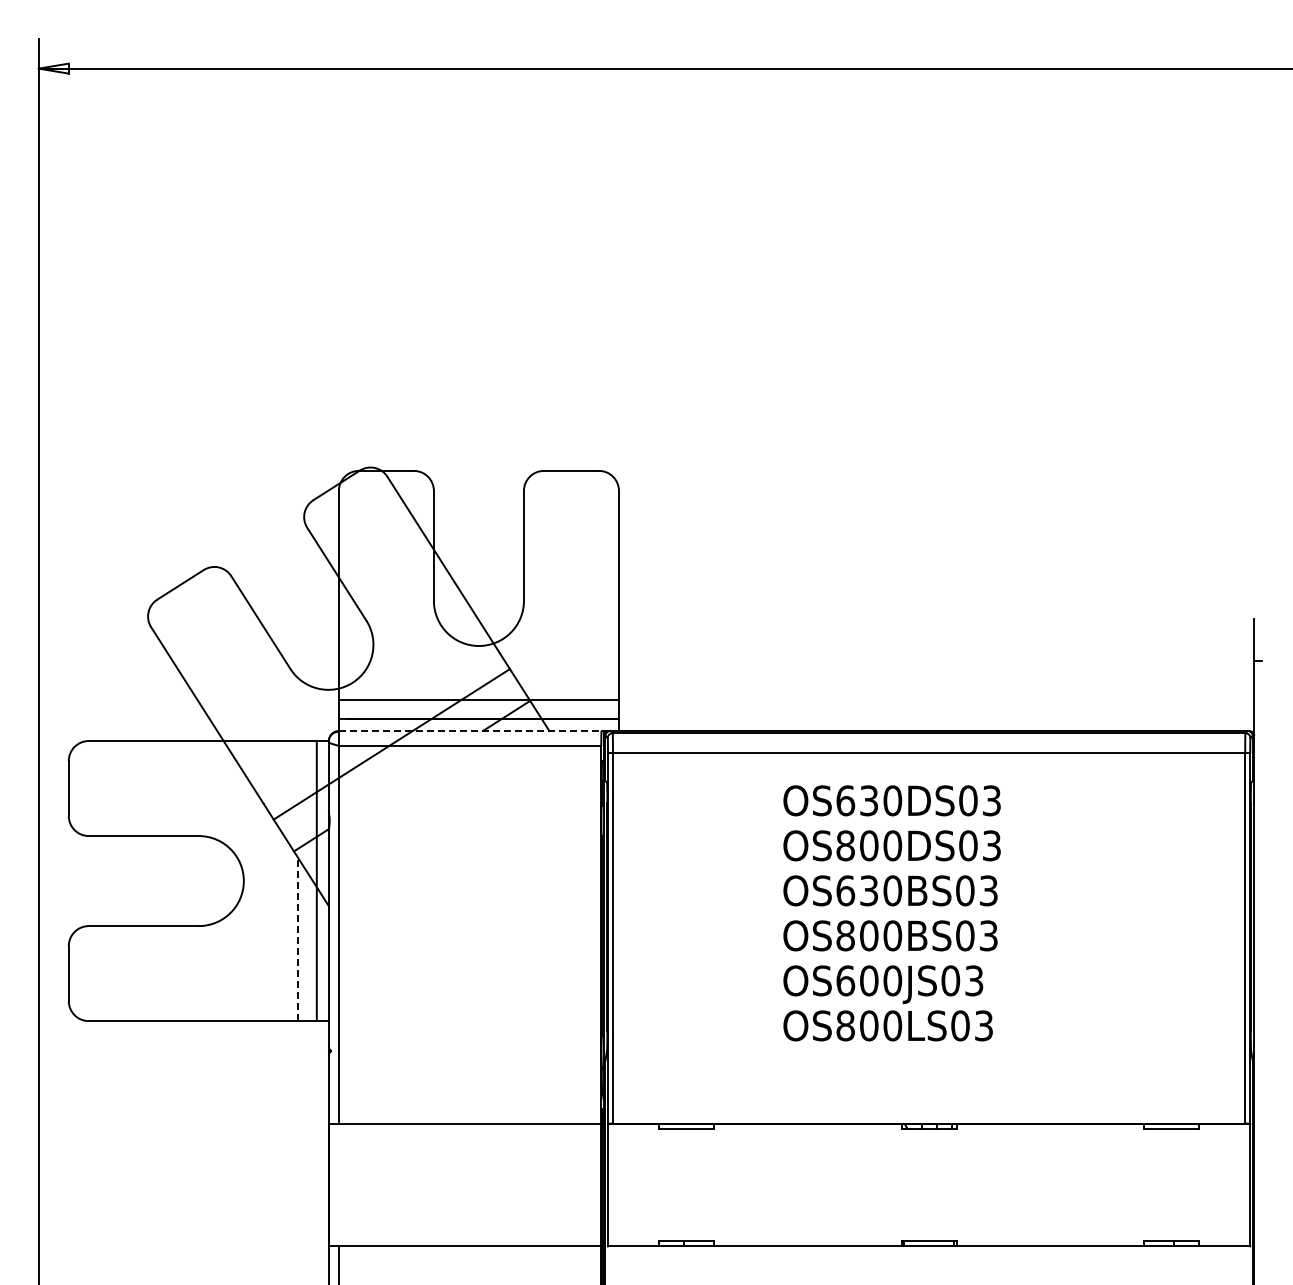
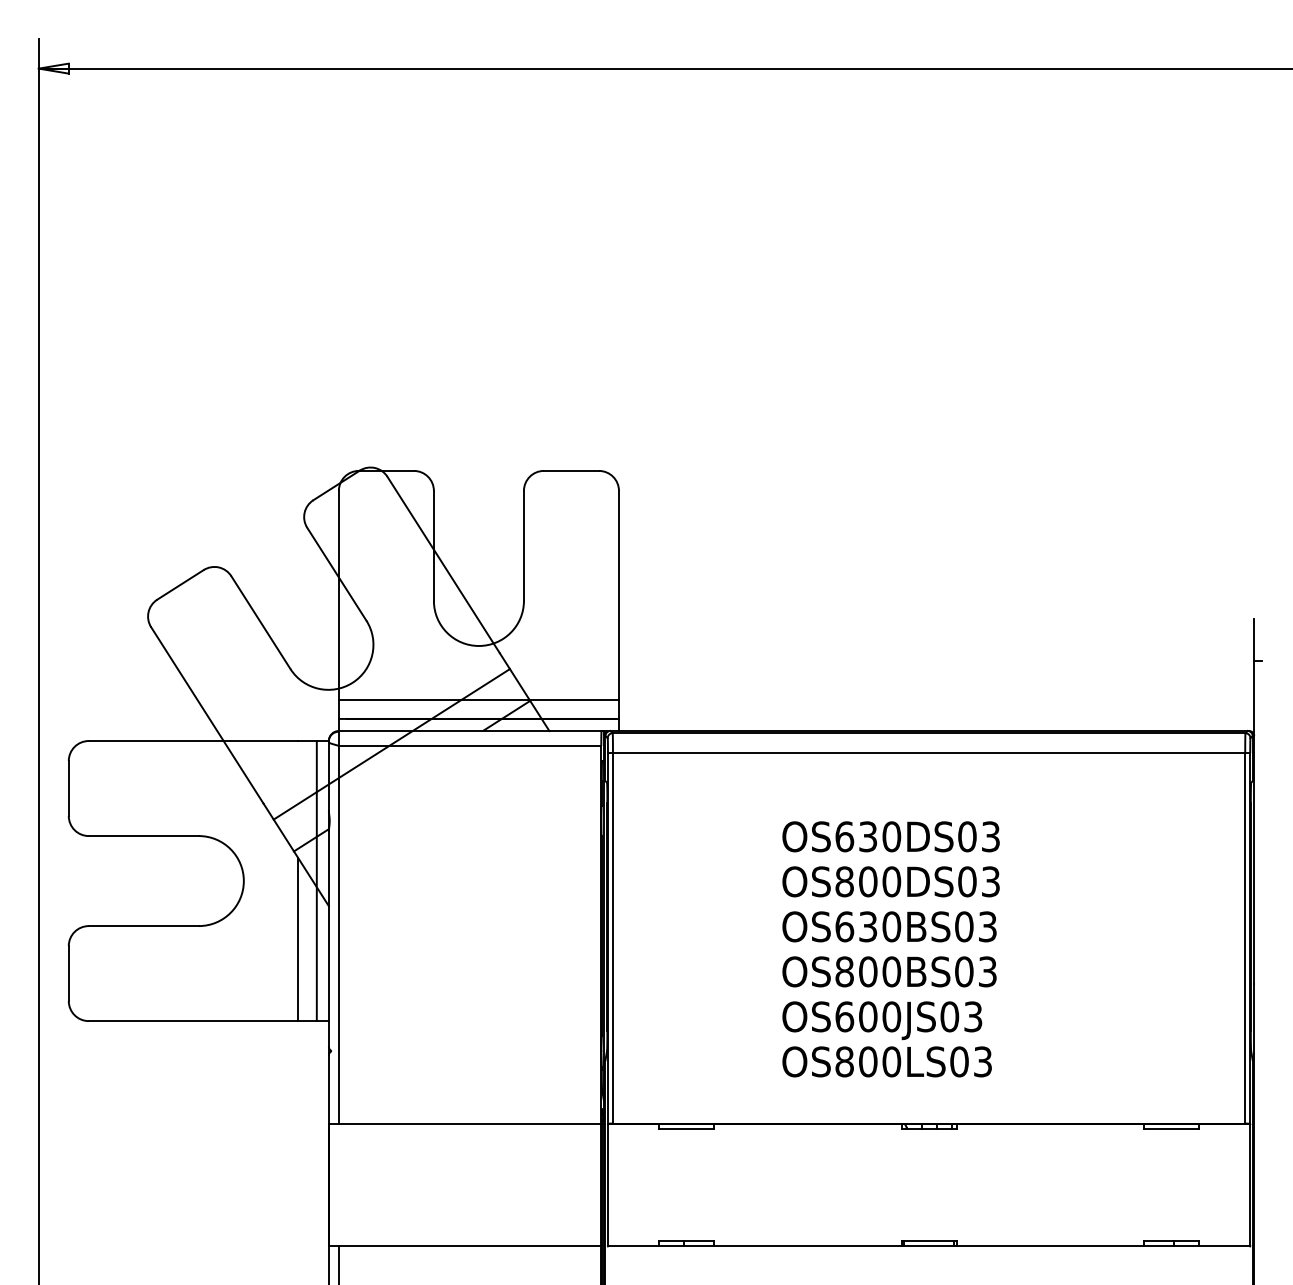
line at (470, 731): dashed -> solid
text at (891, 913) position: (891, 913) -> (890, 949)
line at (297, 939): dashed -> solid
